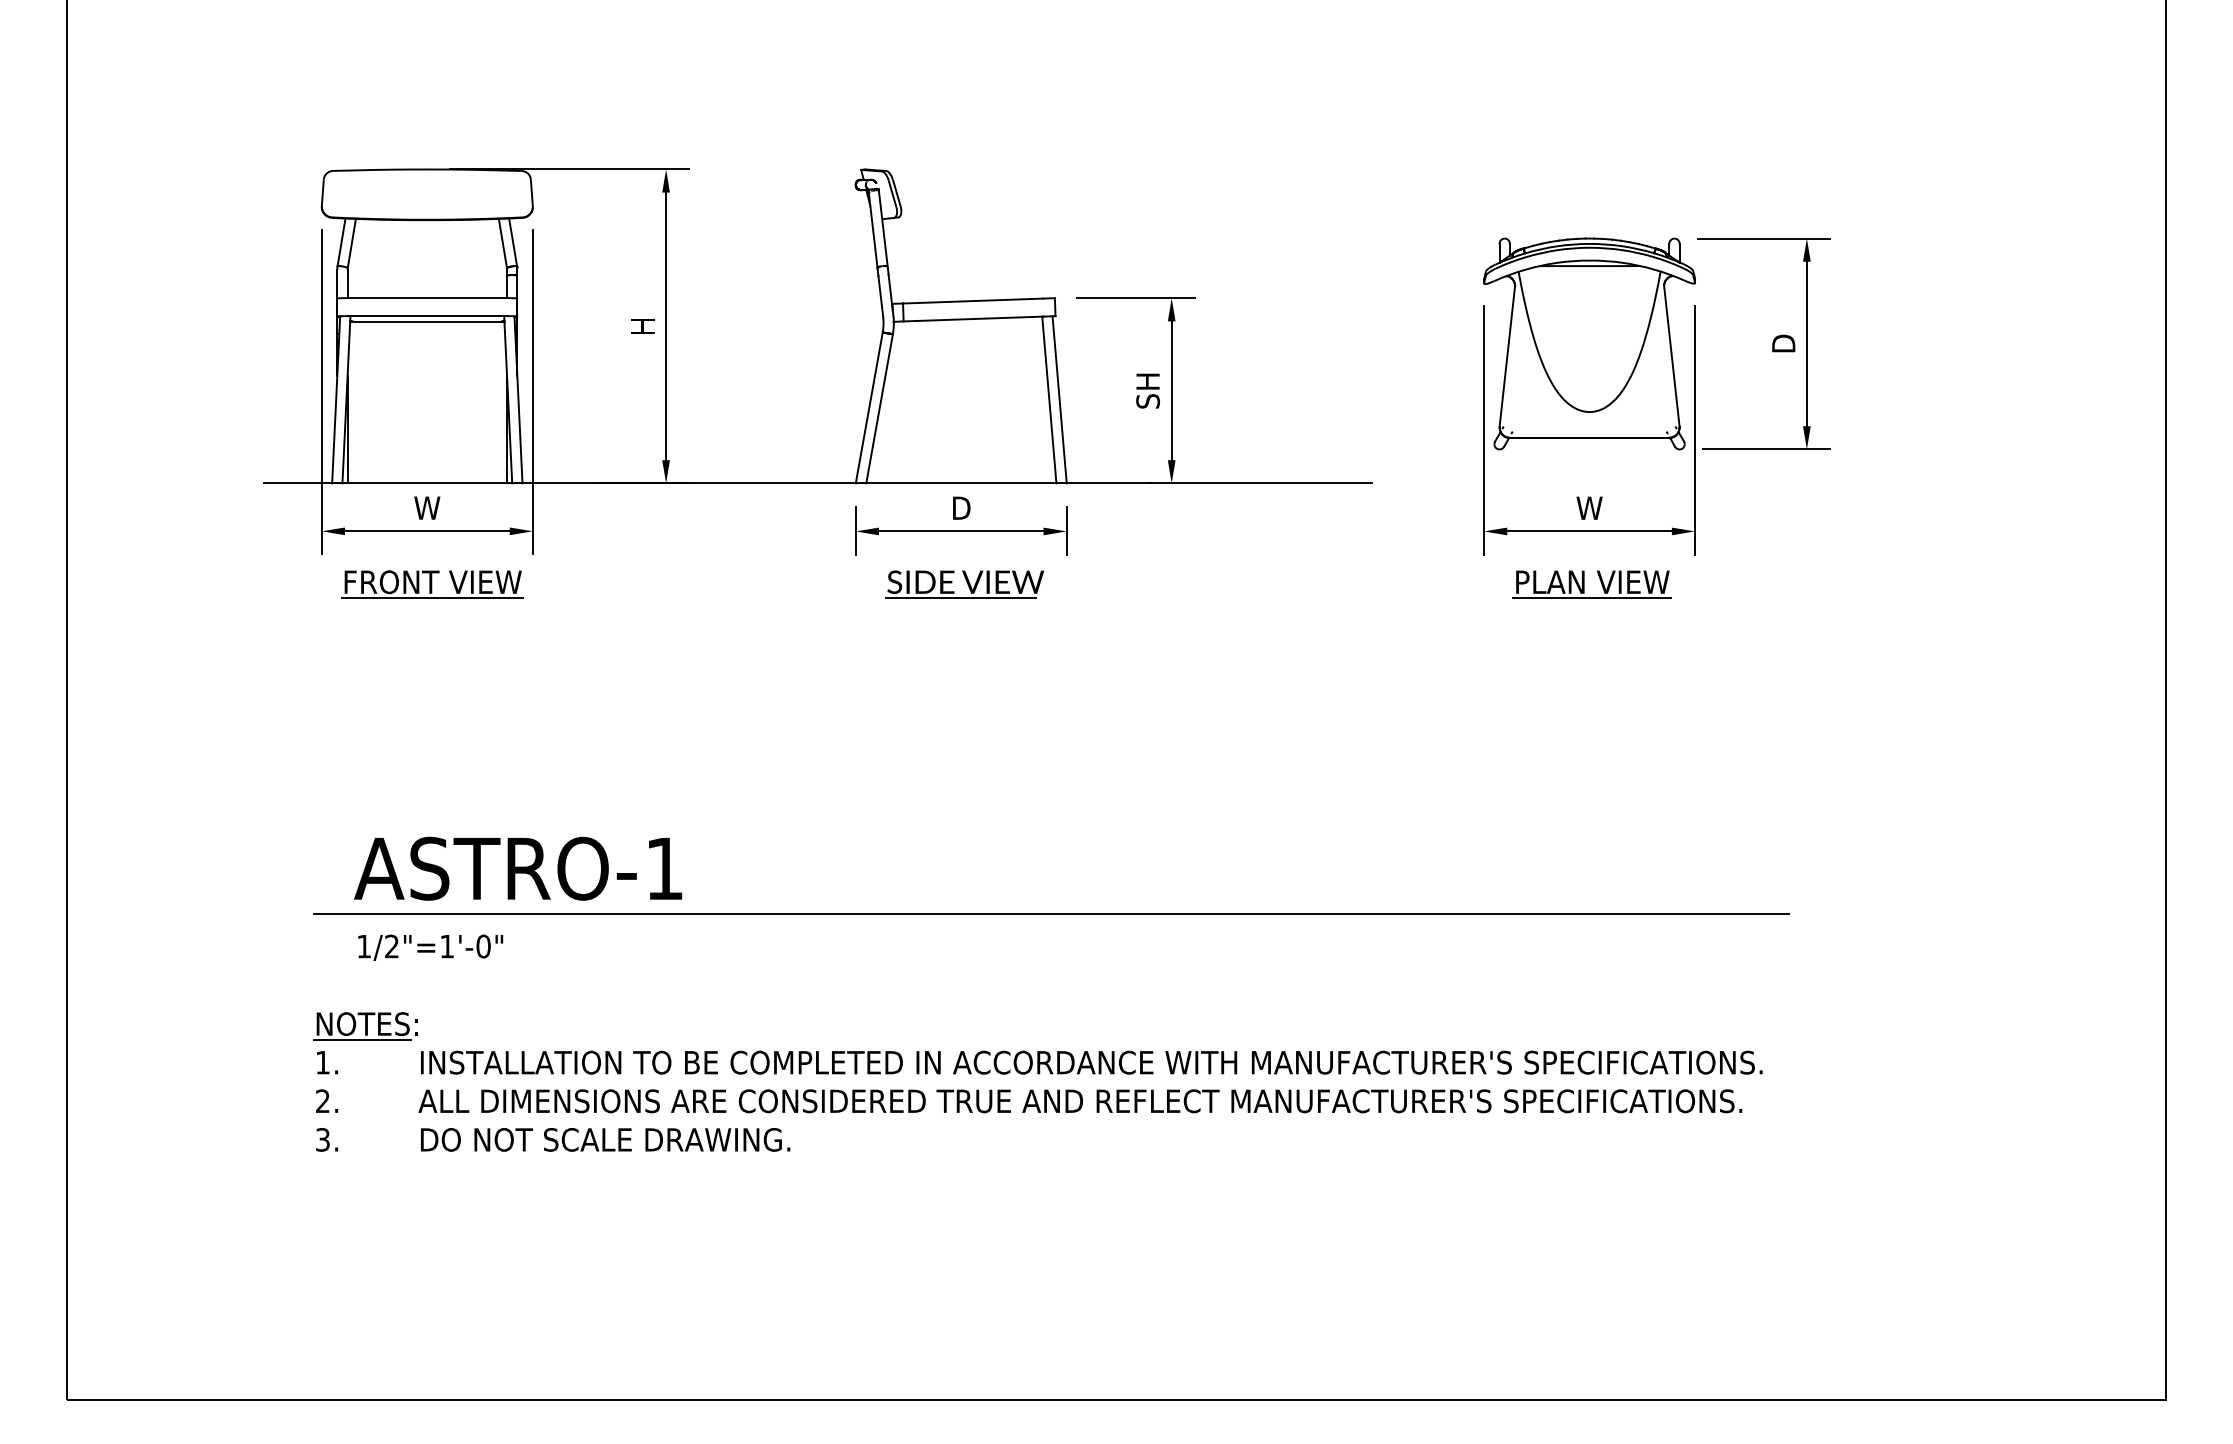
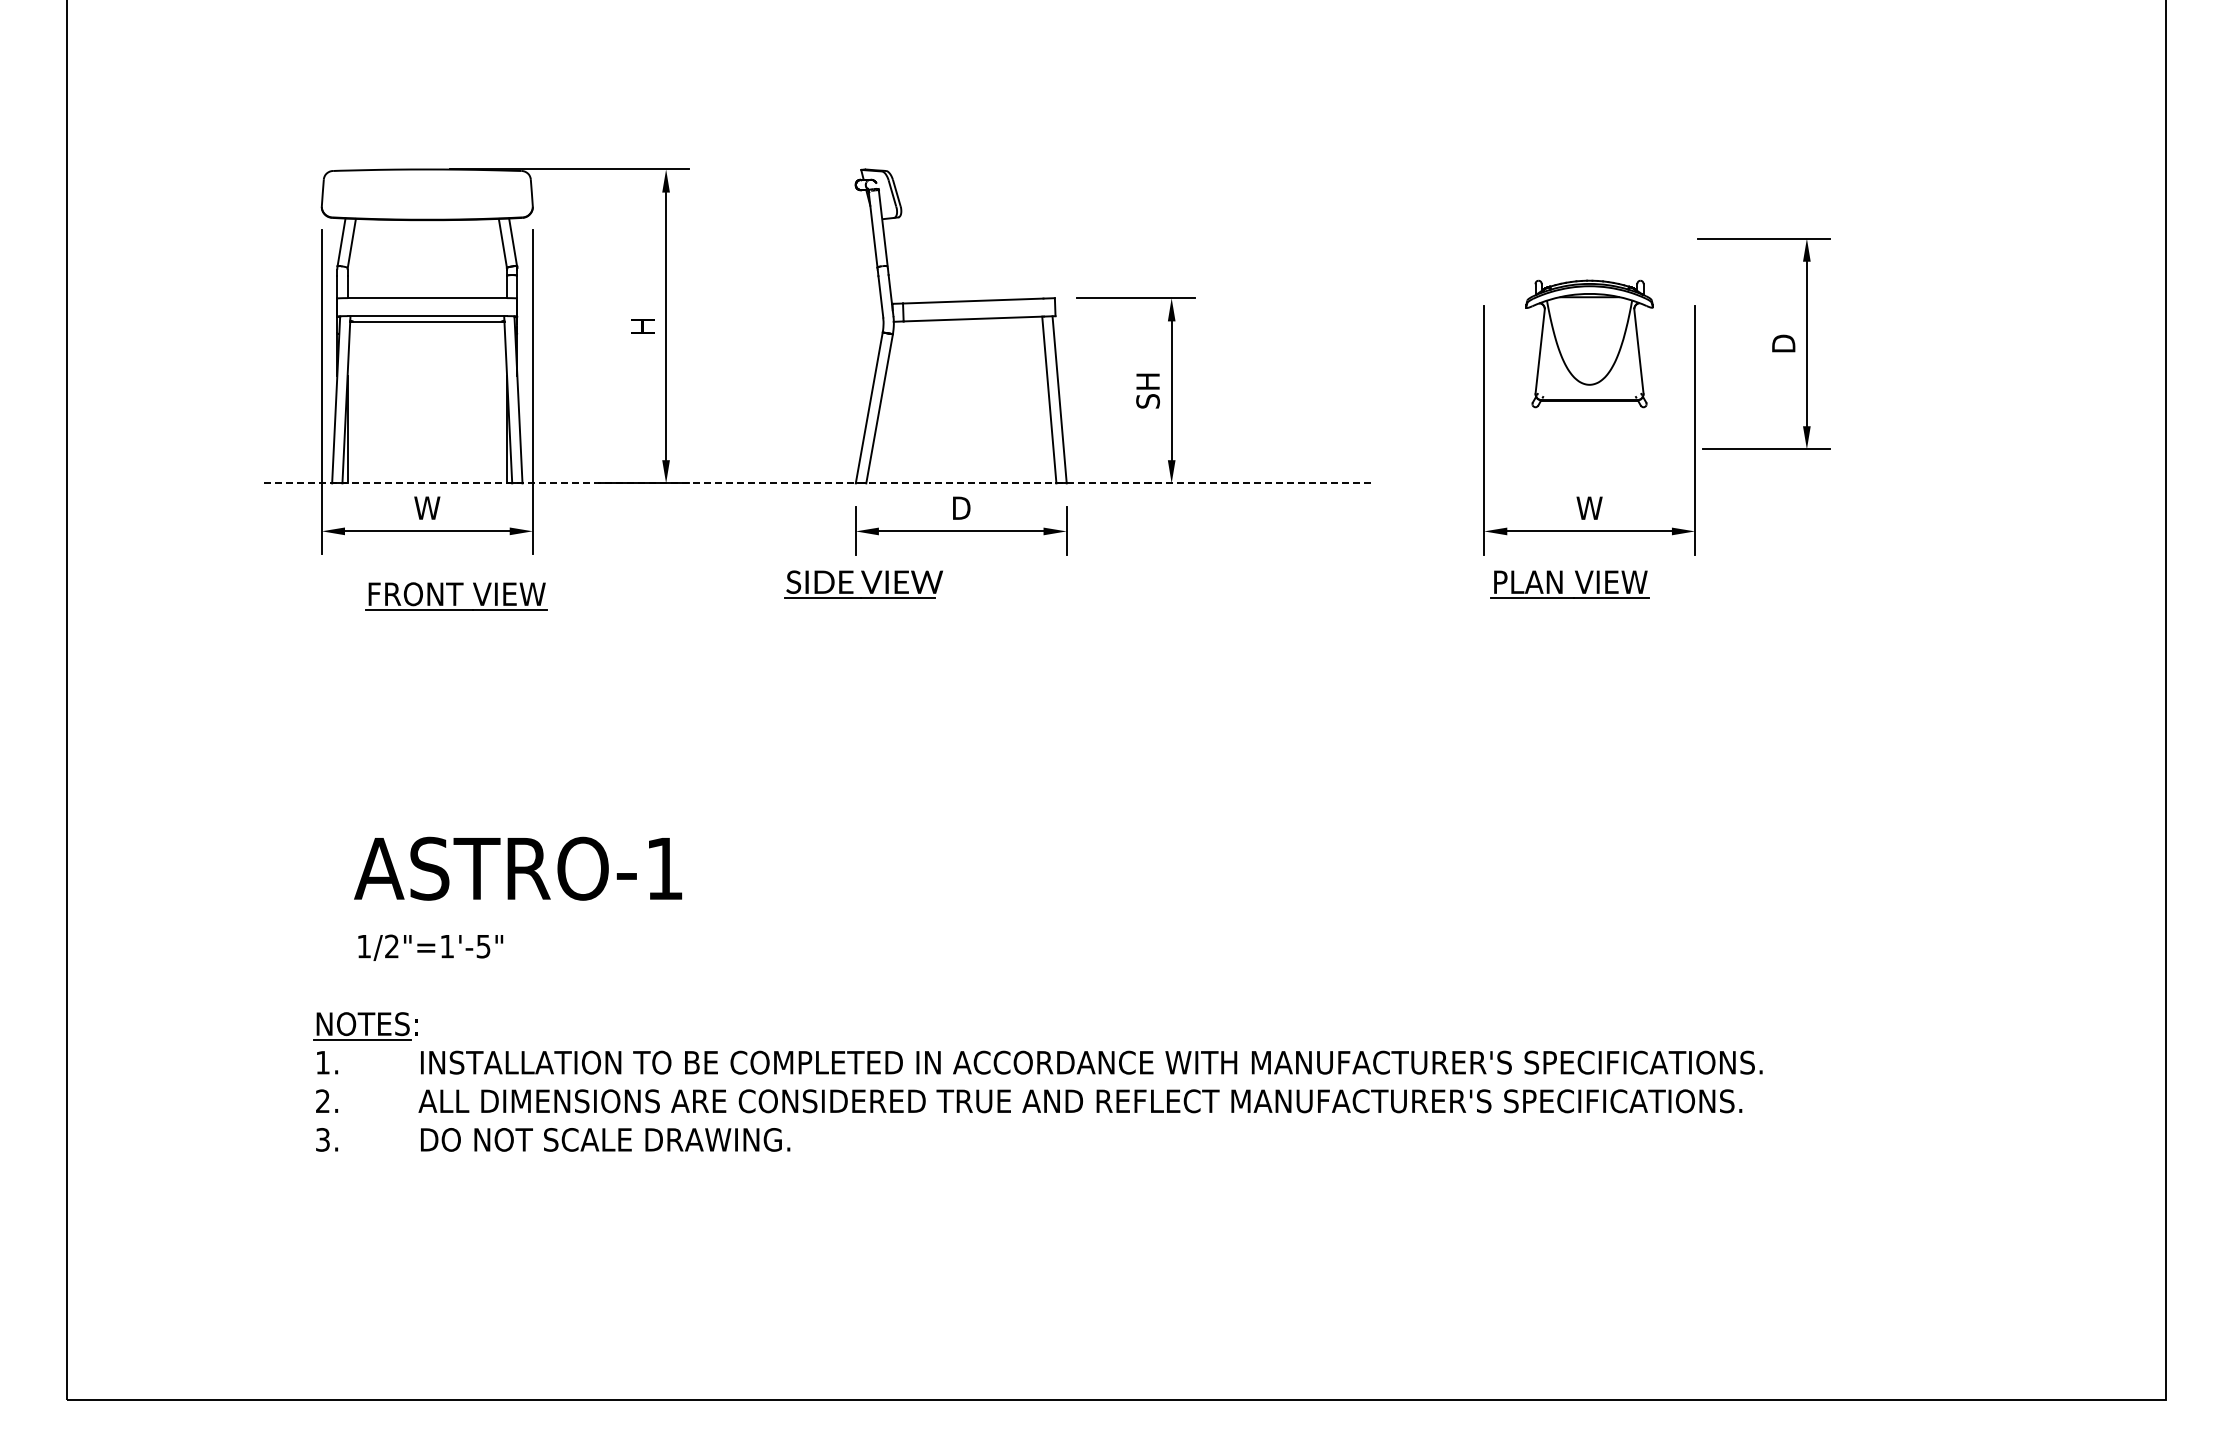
part at (1589, 343) size: 213x214 px -> 129x130 px
line at (818, 483): solid -> dashed
part at (432, 584) position: (432, 584) -> (456, 596)
part at (964, 584) position: (964, 584) -> (863, 584)
part at (1584, 584) position: (1584, 584) -> (1562, 584)
line at (1051, 913): present -> none
text at (483, 946): 1/2"=1'-0" -> 1/2"=1'-5"
